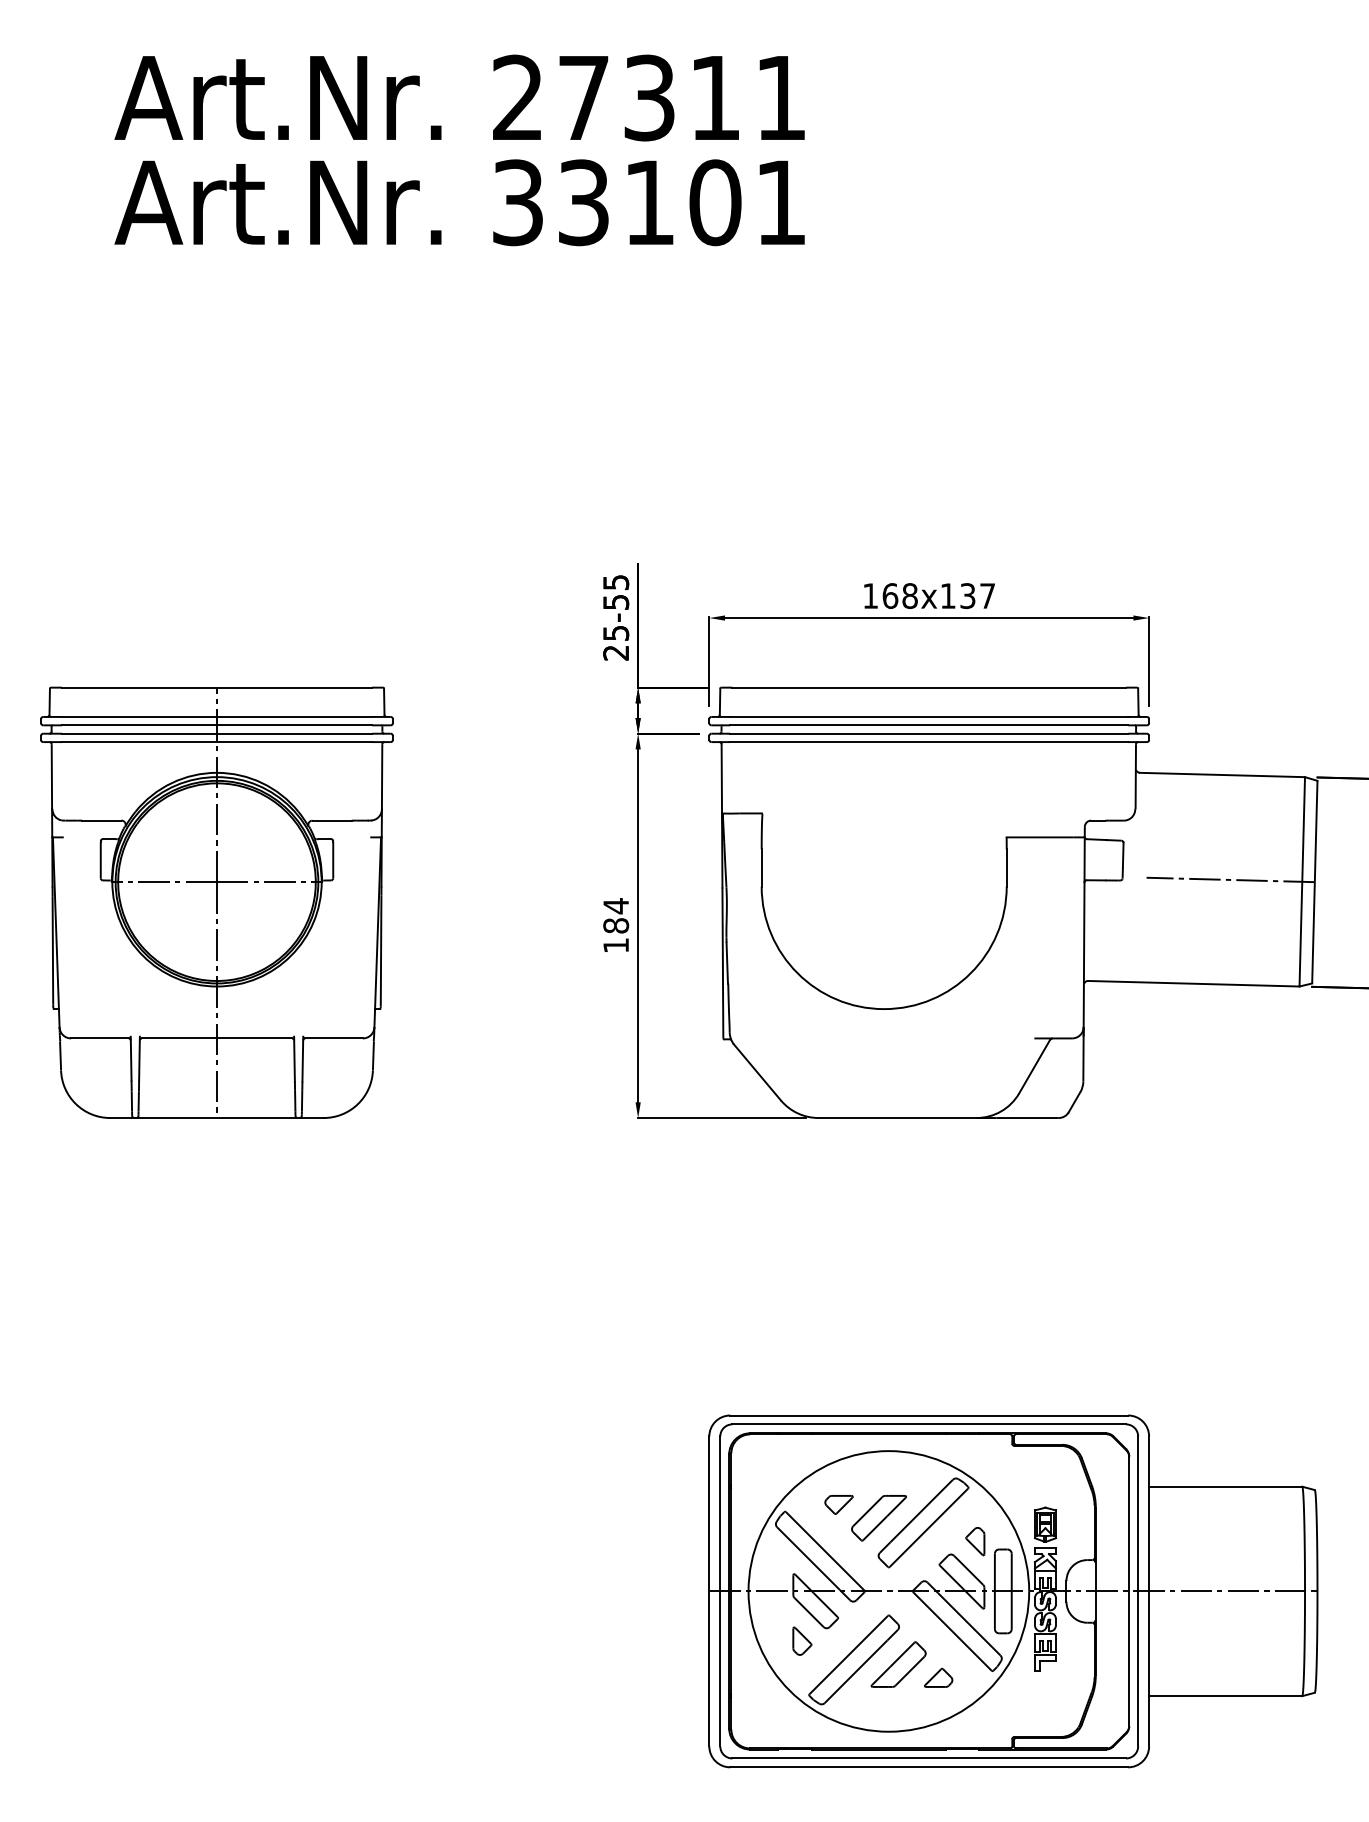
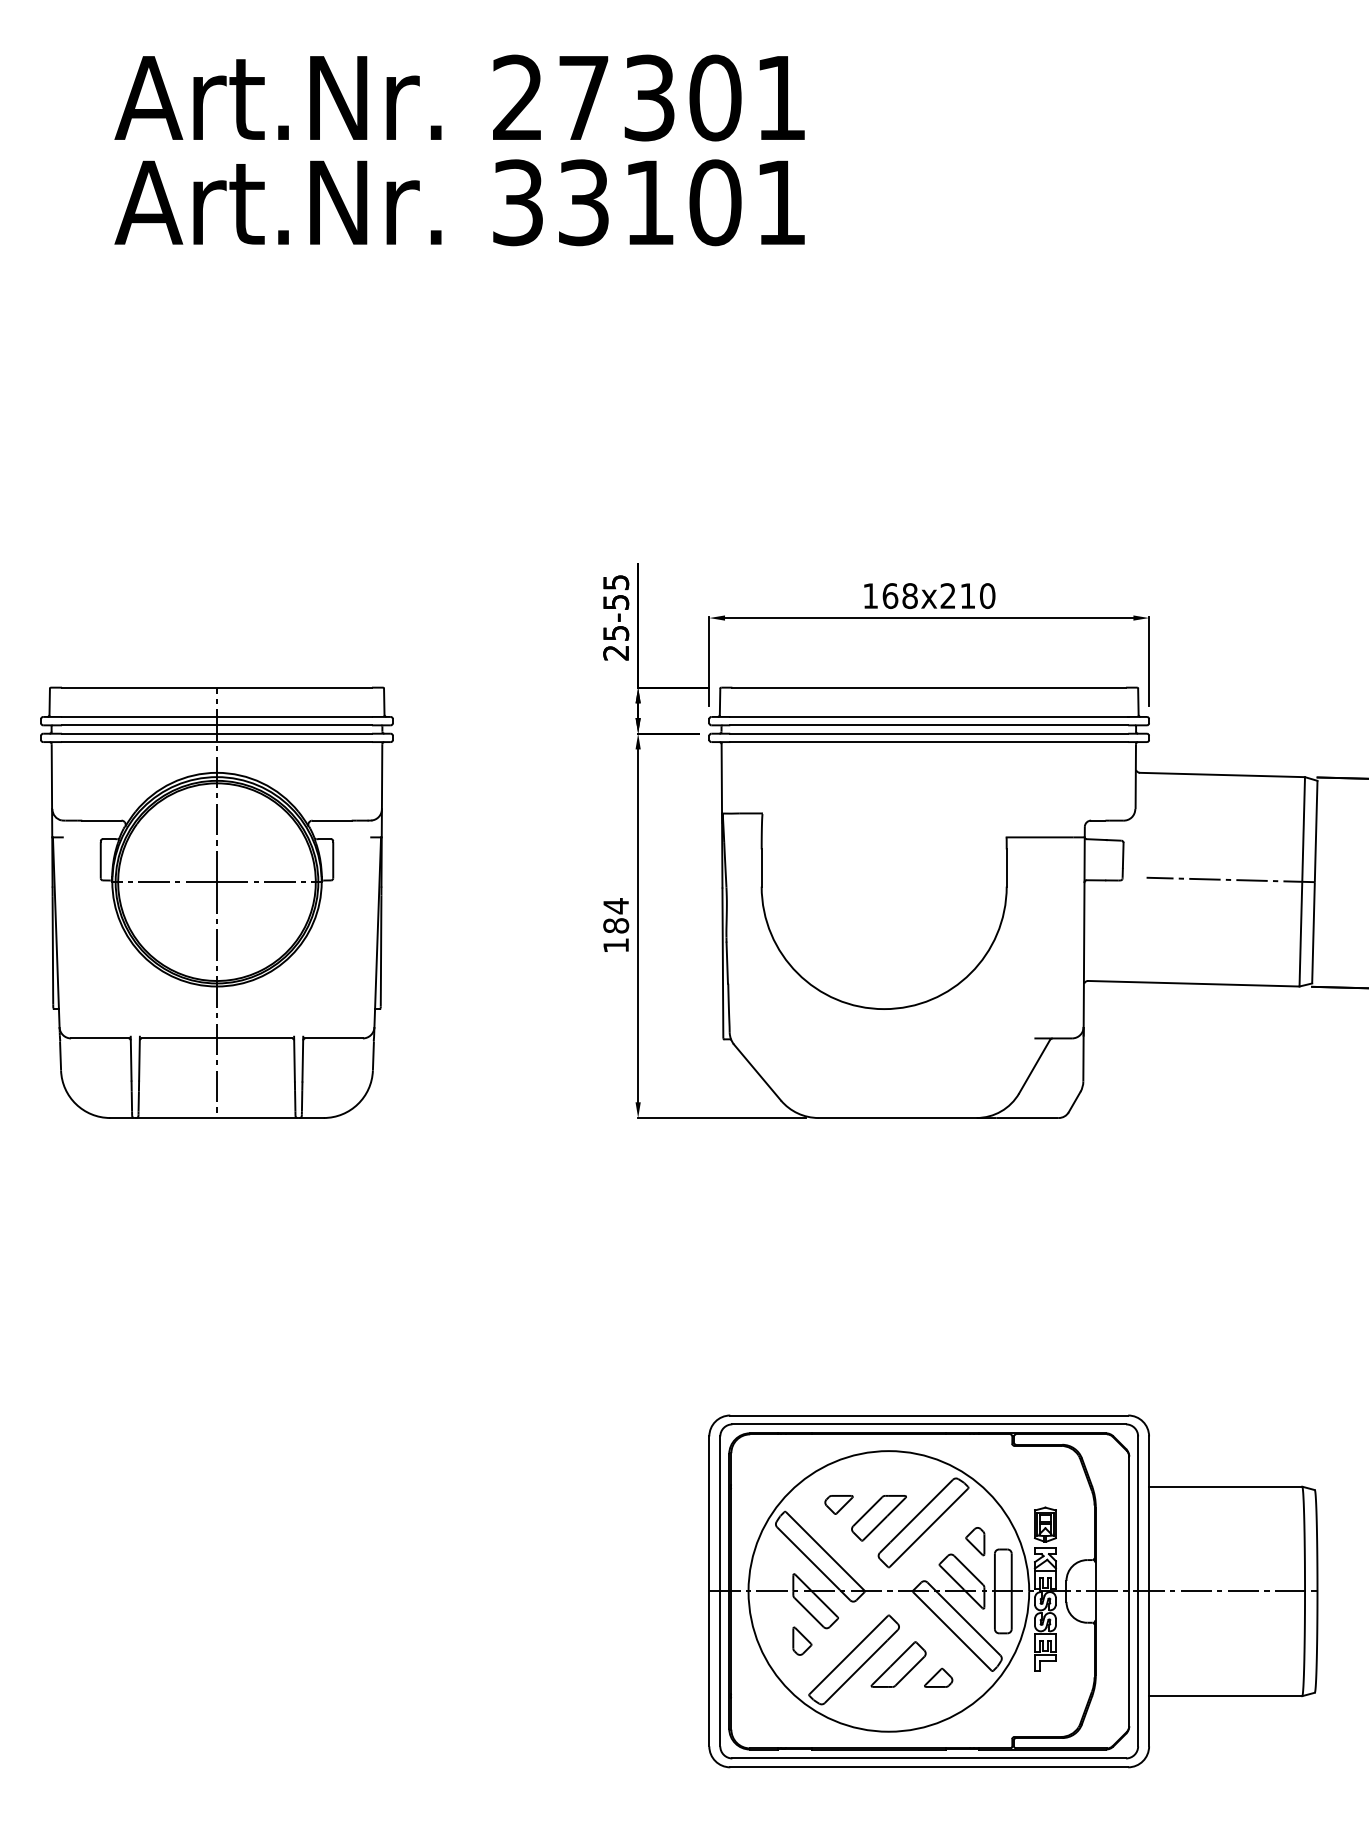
text at (715, 97): 27311 -> 27301
text at (967, 596): 168x137 -> 168x210
